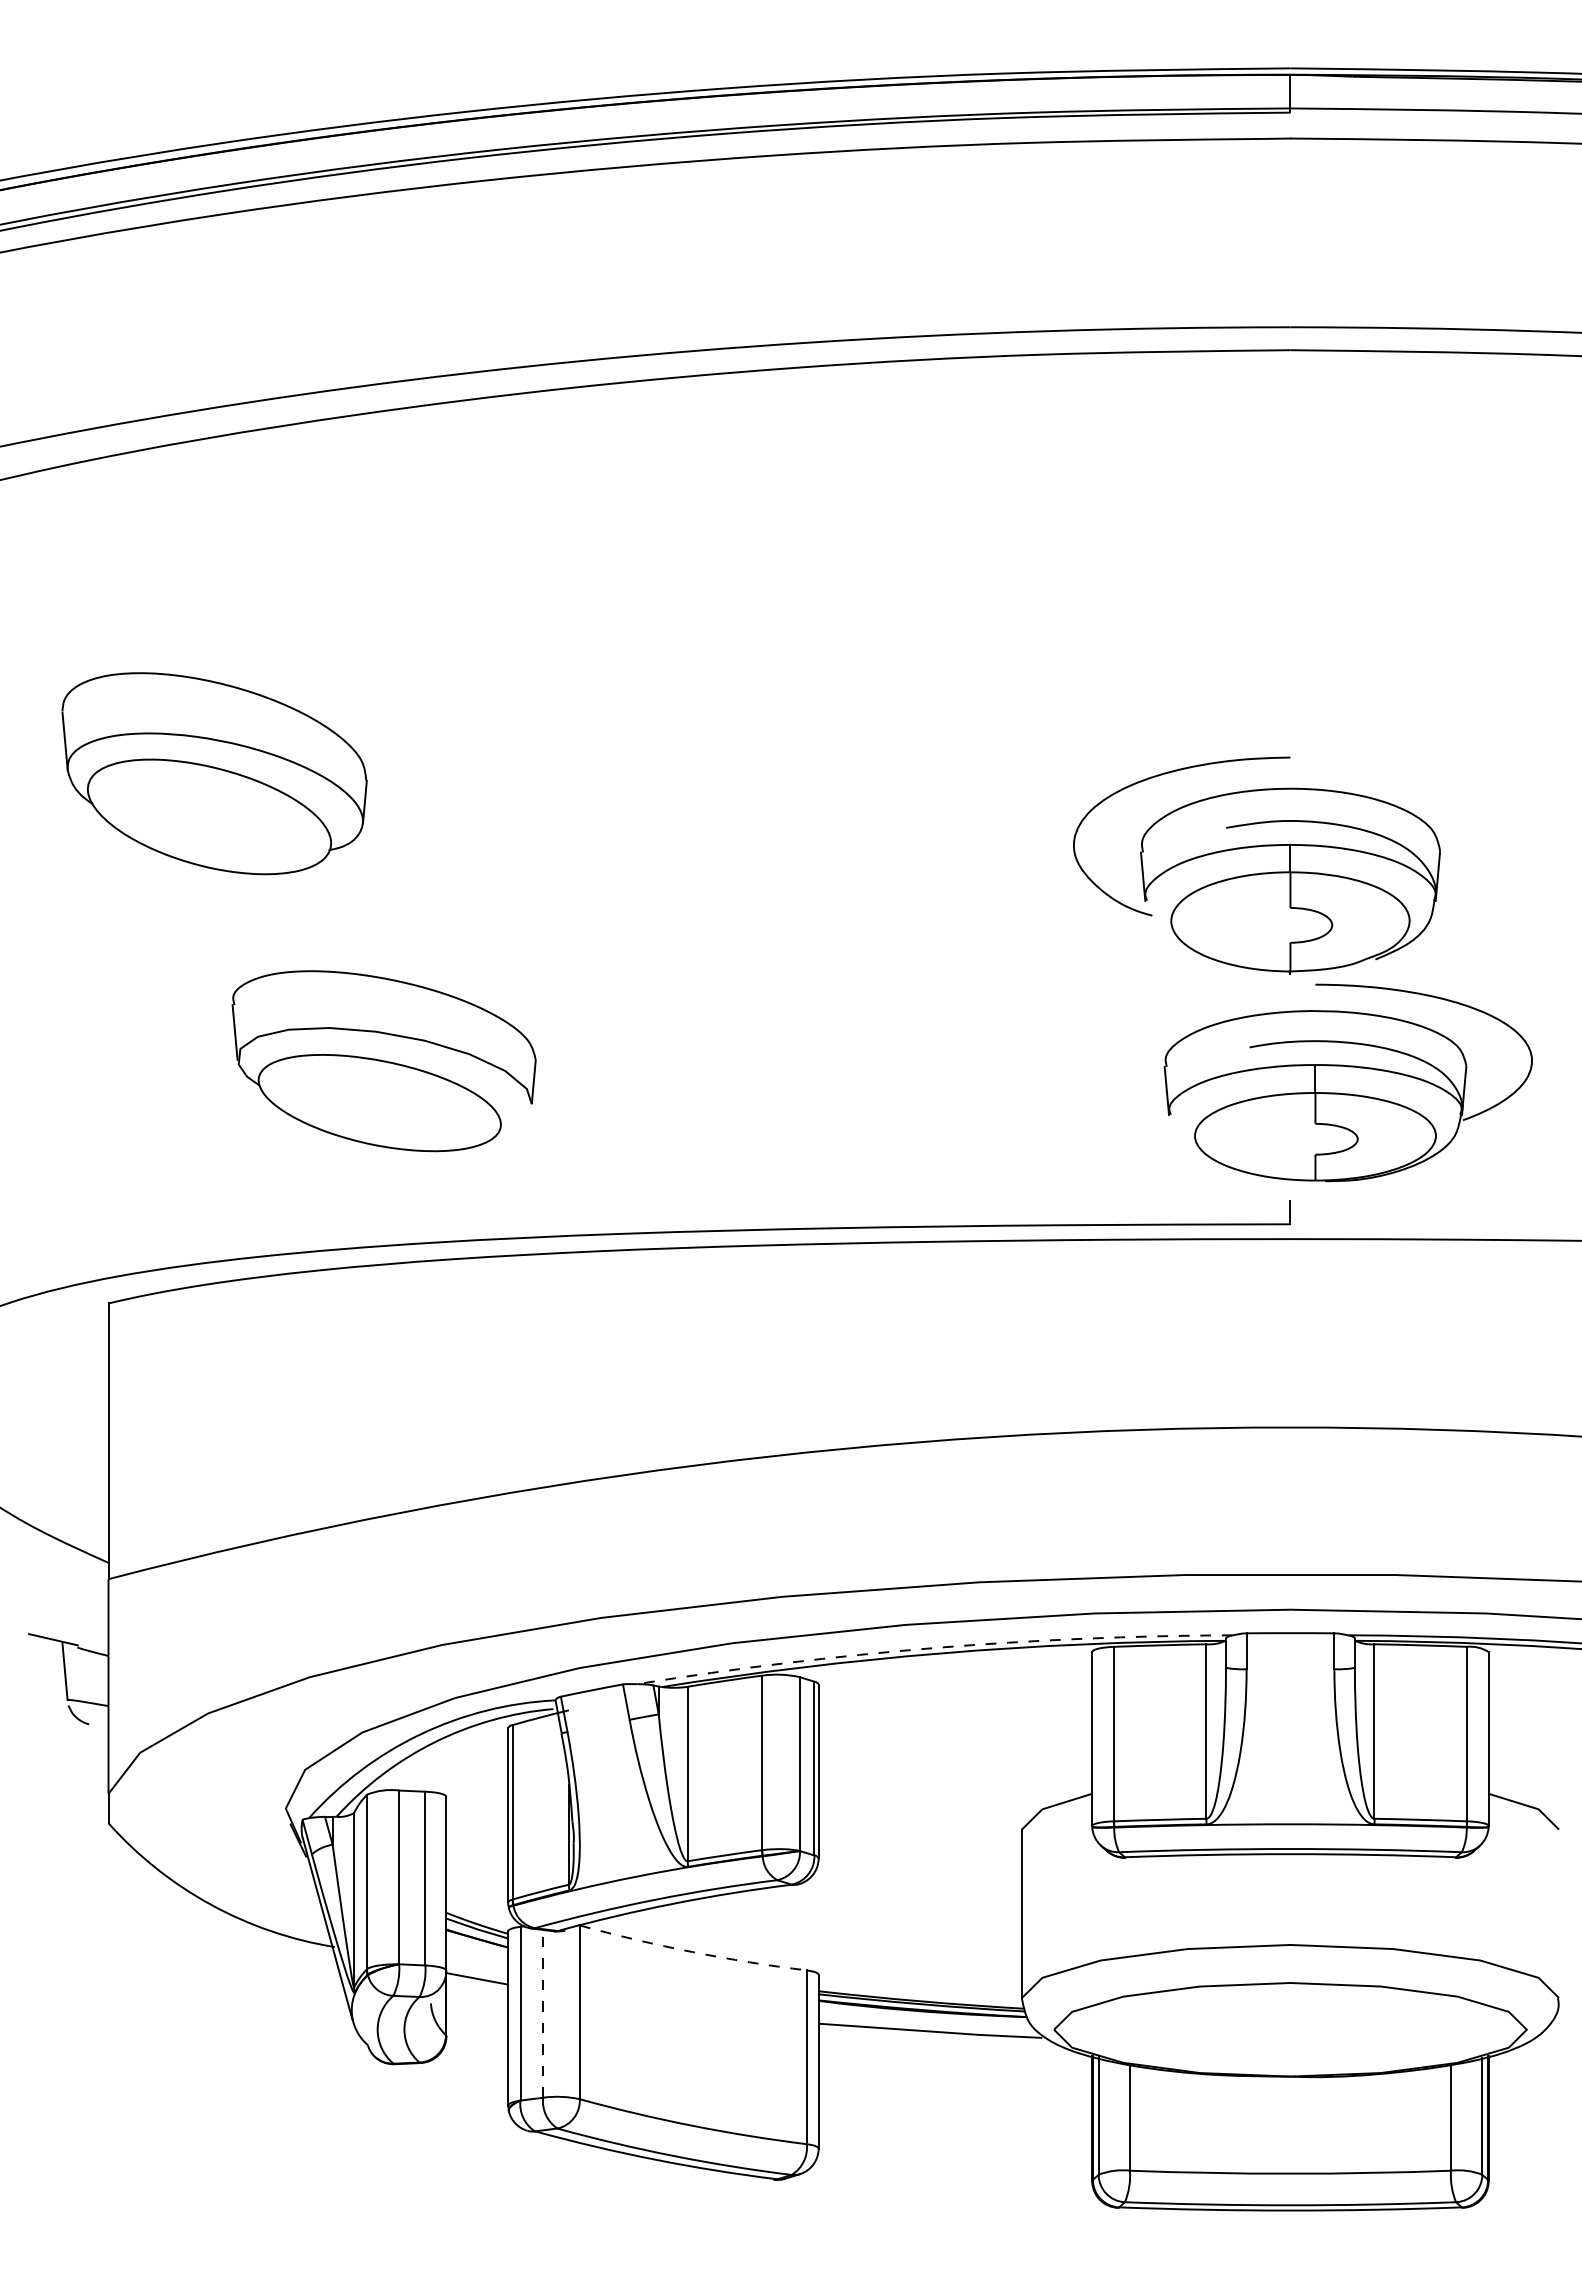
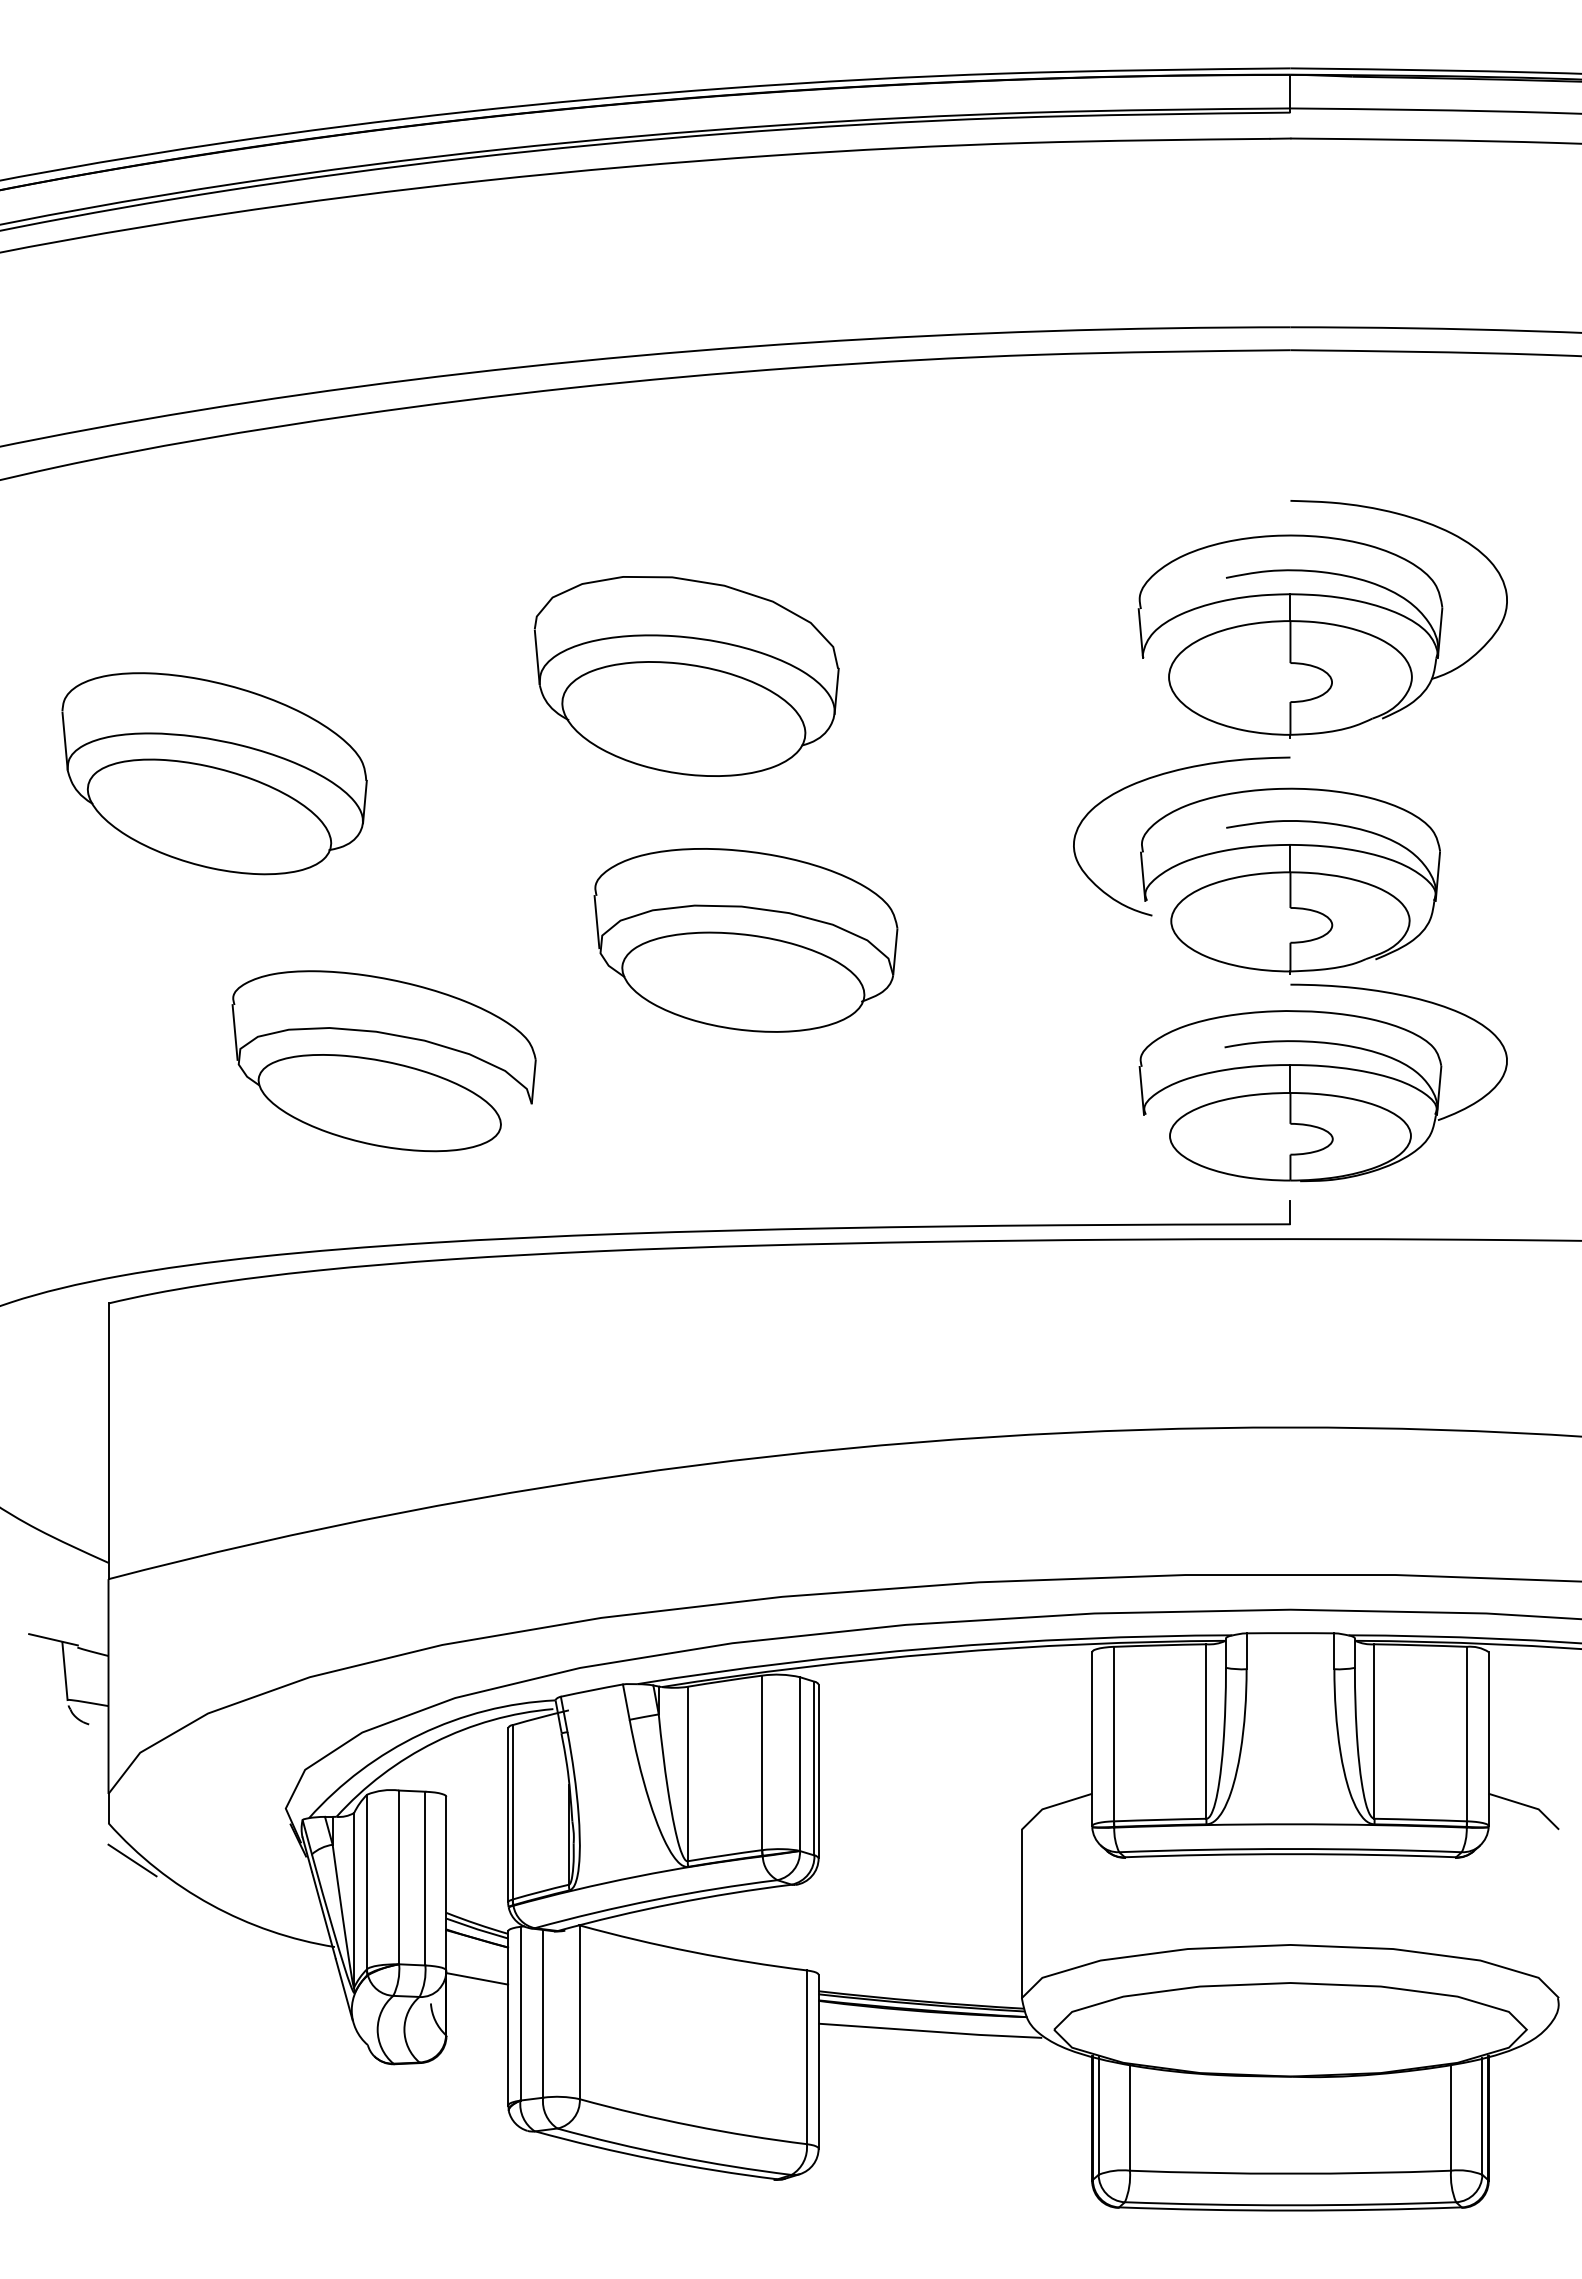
part at (1322, 619): none -> present
part at (686, 676): none -> present
part at (745, 940): none -> present
part at (1347, 1082) position: (1347, 1082) -> (1322, 1082)
arc at (934, 1648): dashed -> solid
line at (132, 1860): none -> present
arc at (692, 1952): dashed -> solid
line at (543, 2013): dashed -> solid
